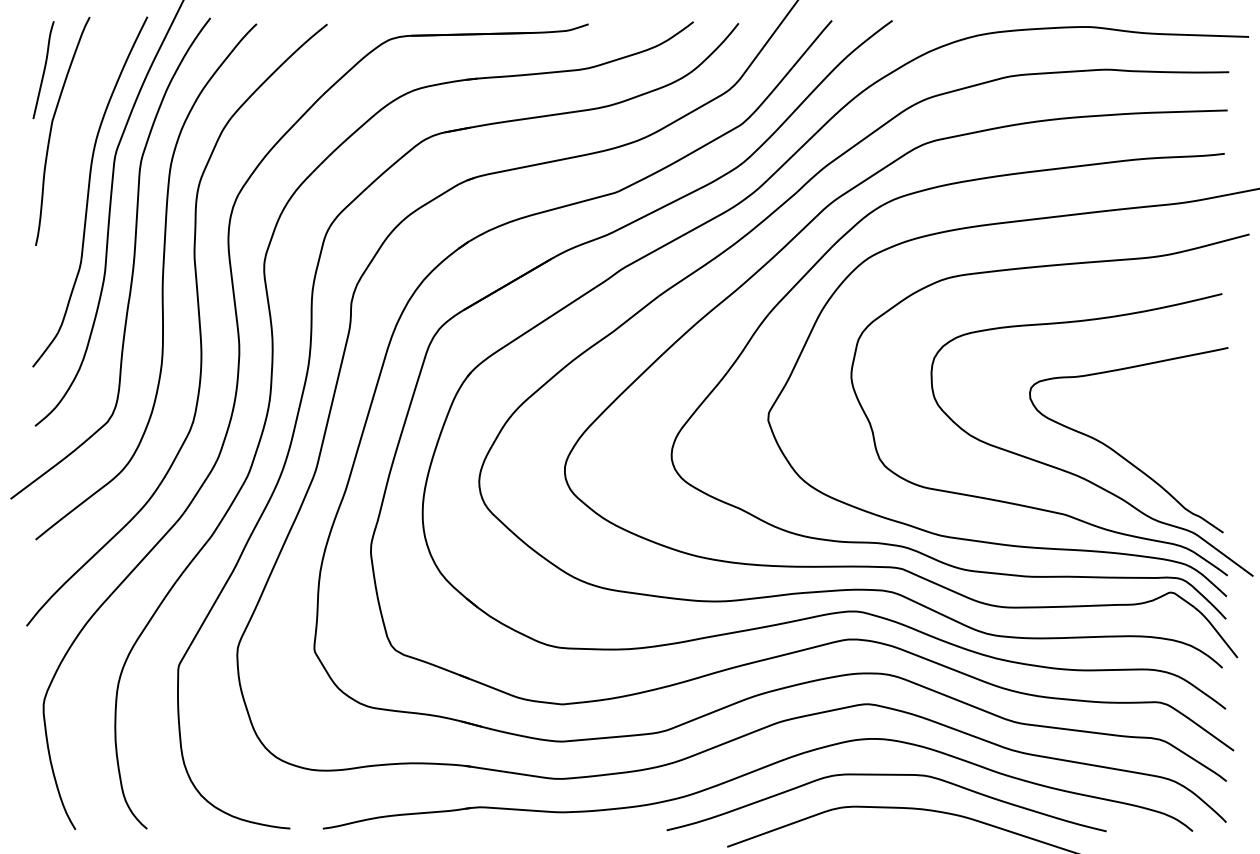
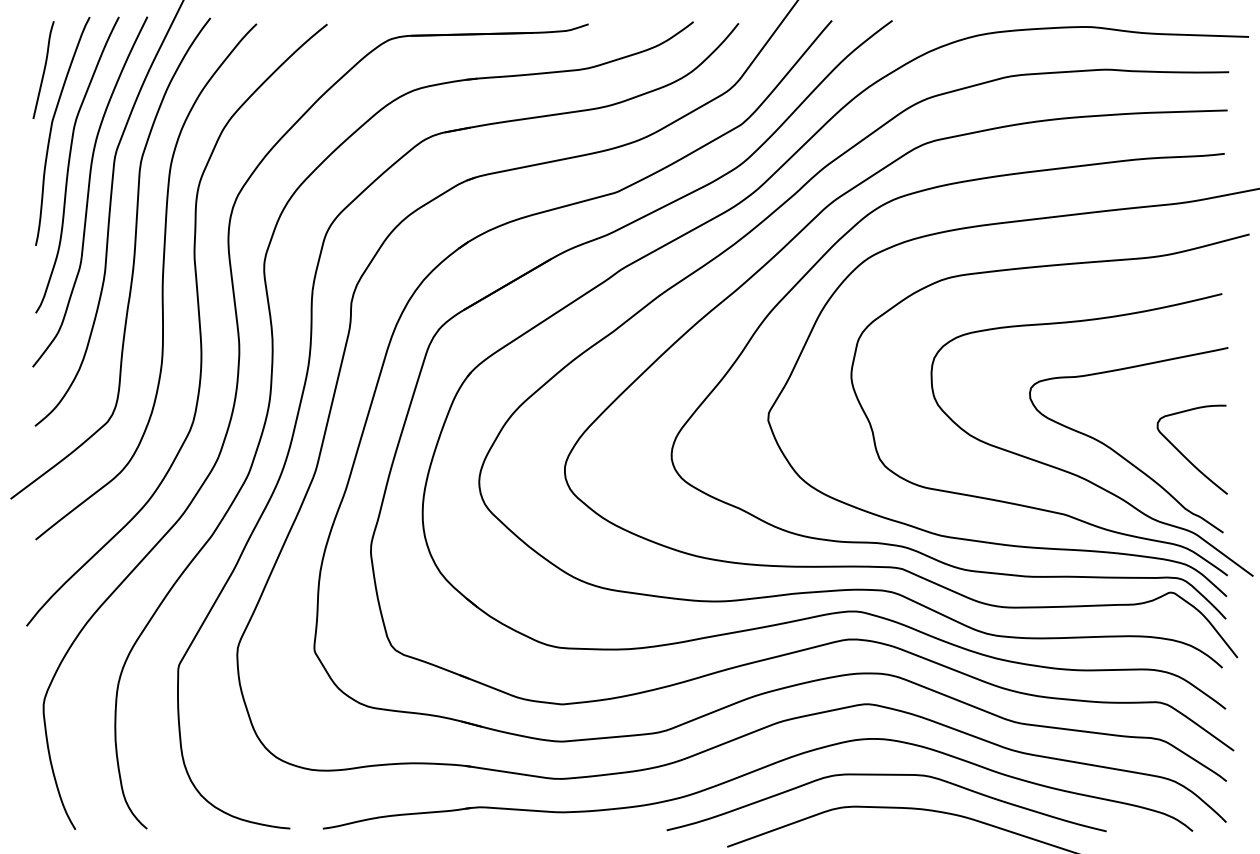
curve at (69, 164): none -> present
curve at (1184, 455): none -> present
